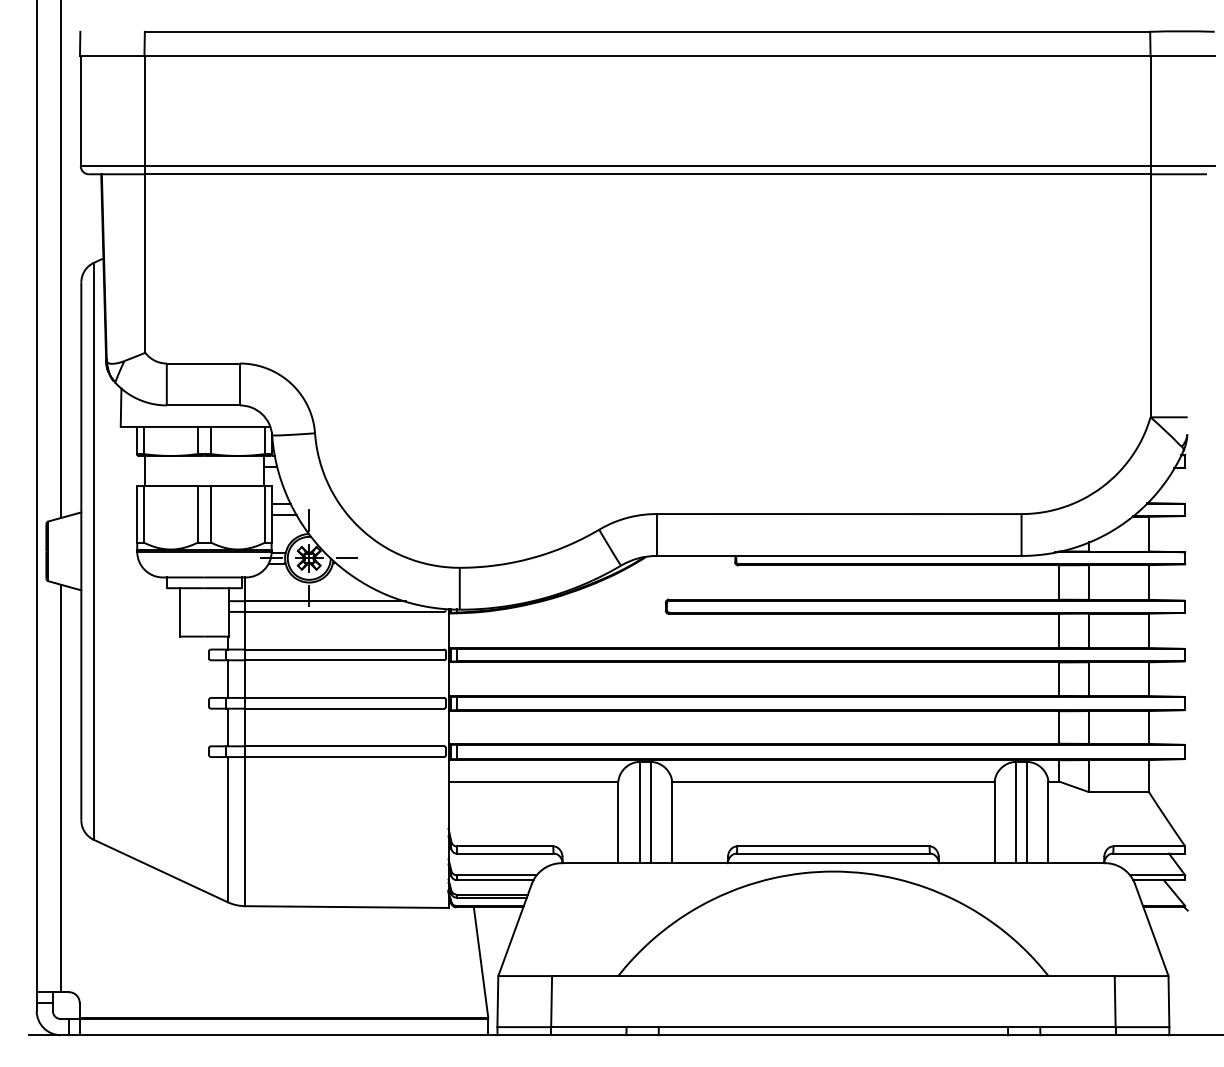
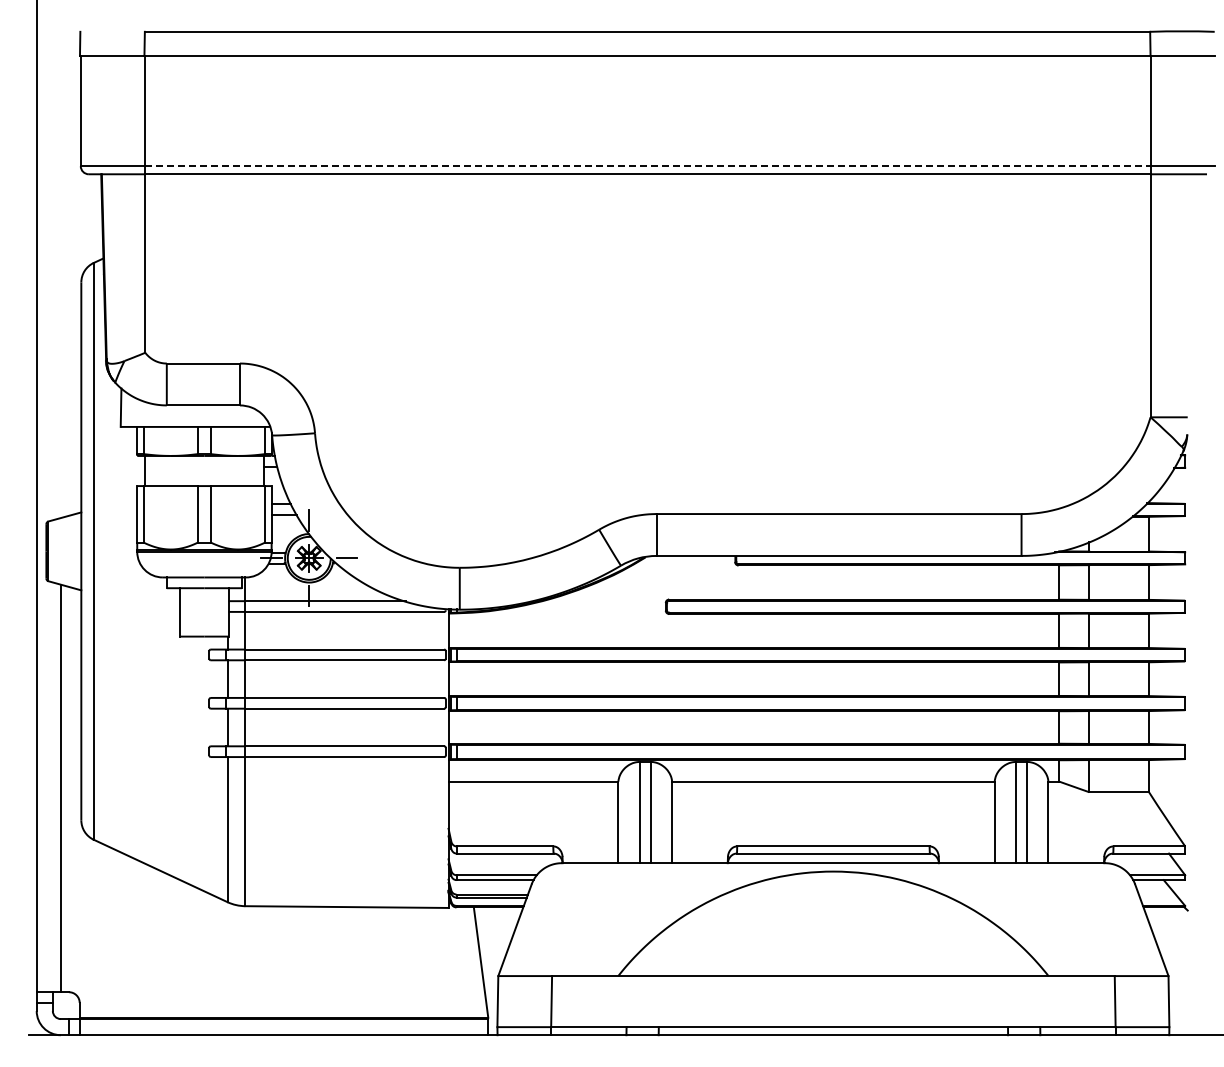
line at (647, 166): solid -> dashed
line at (60, 260): present -> none
